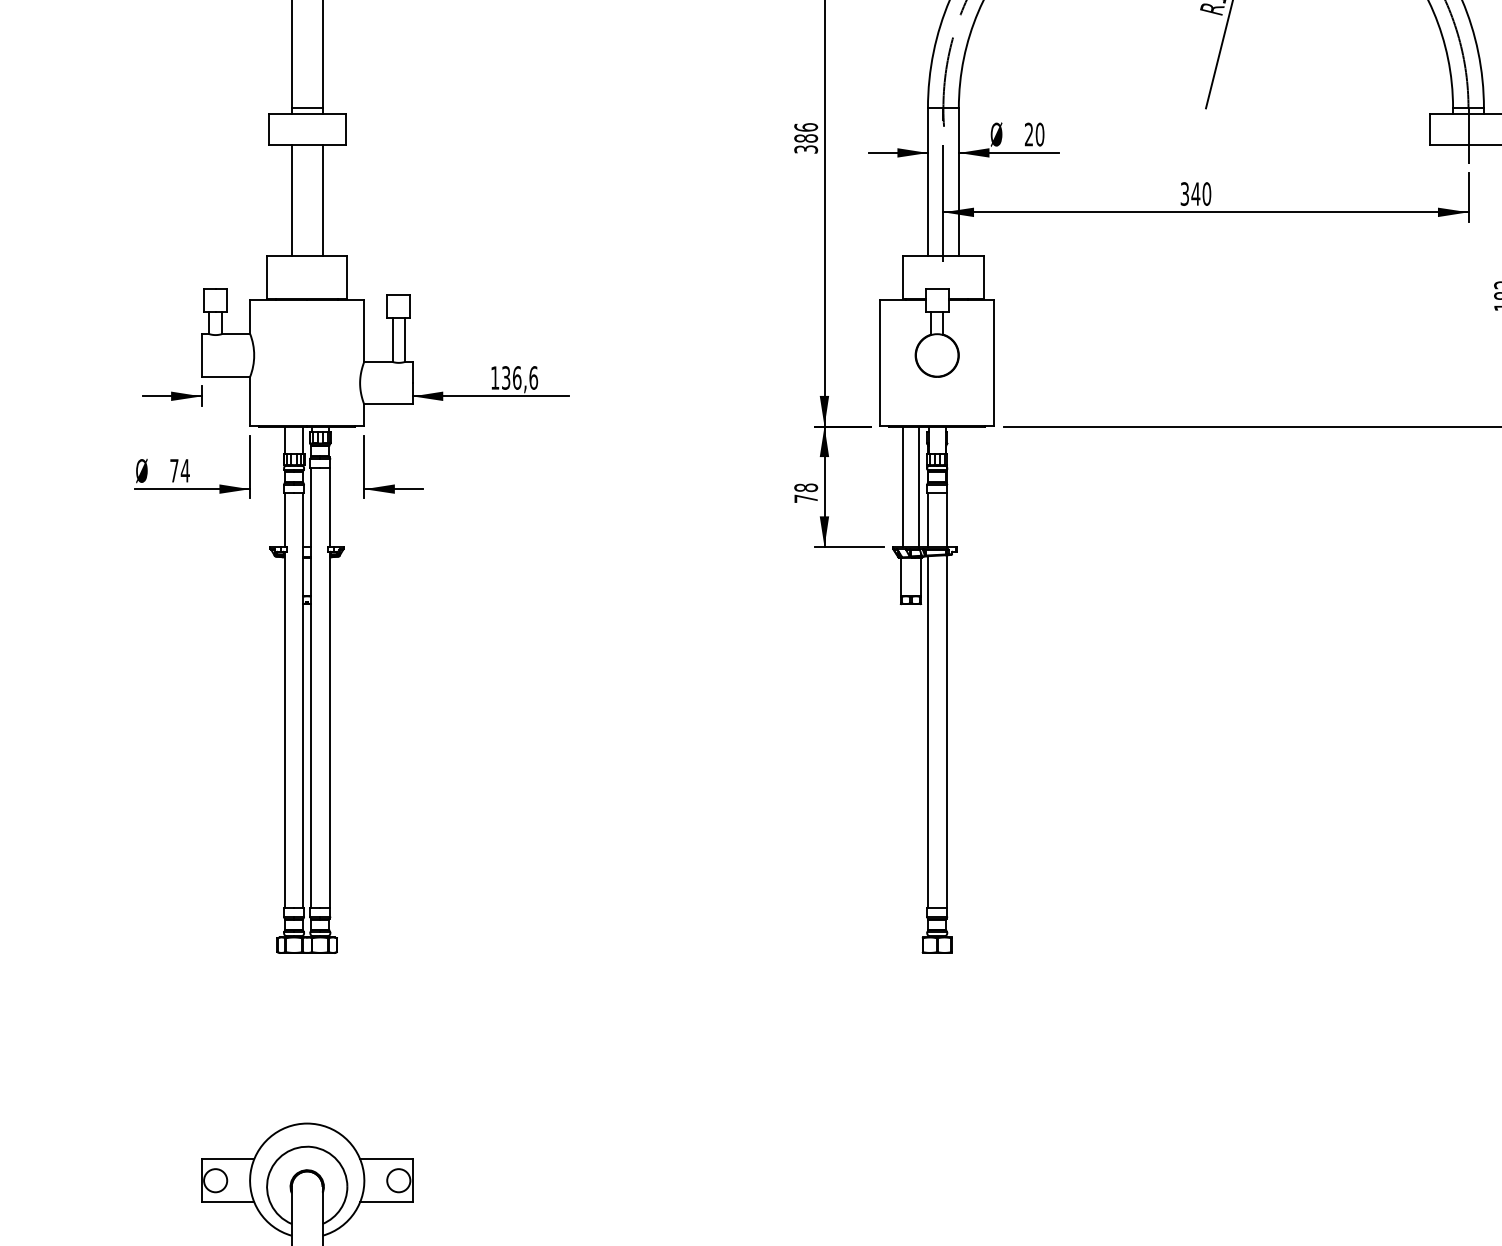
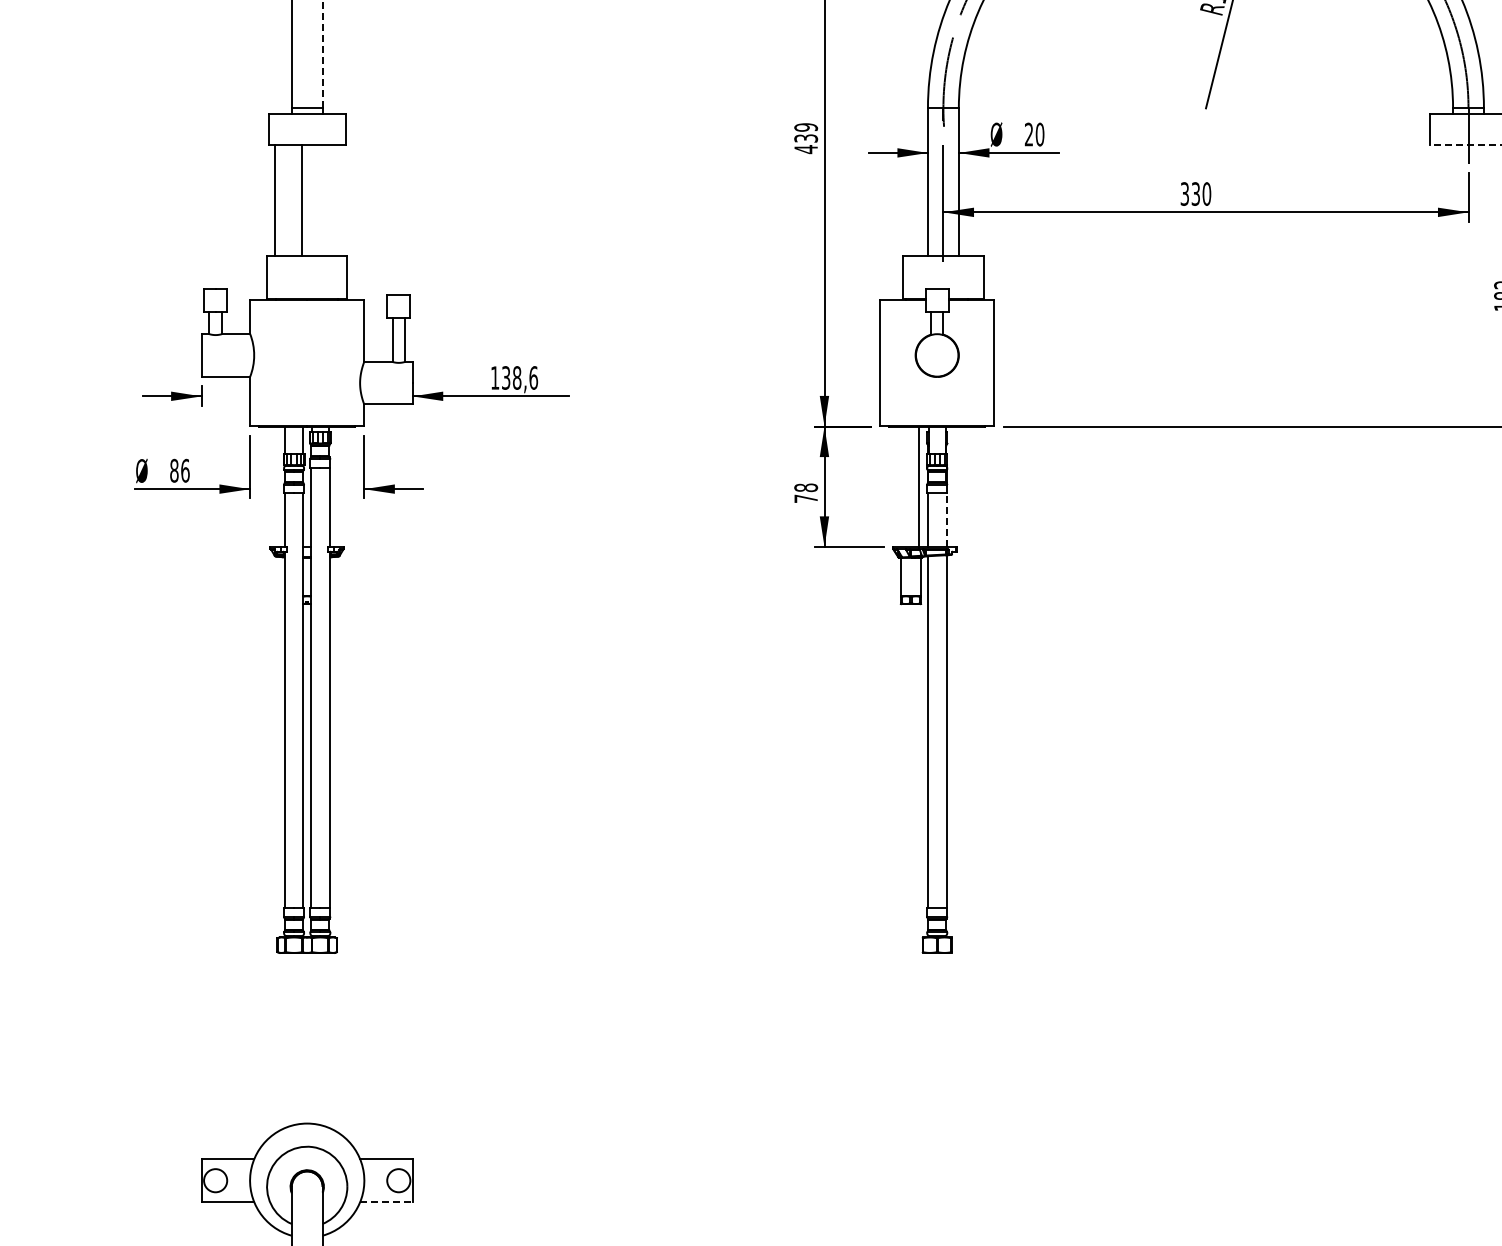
line at (322, 54): solid -> dashed
text at (806, 138): 386 -> 439
line at (1465, 145): solid -> dashed
text at (1195, 193): 340 -> 330
line at (291, 200) position: (291, 200) -> (274, 200)
line at (322, 200) position: (322, 200) -> (301, 200)
text at (517, 377): 136,6 -> 138,6
text at (179, 470): 74 -> 86
line at (903, 486): present -> none
line at (946, 520): solid -> dashed
line at (386, 1201): solid -> dashed
